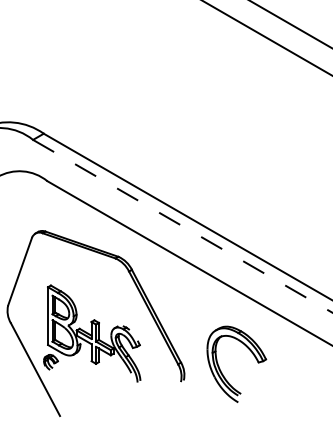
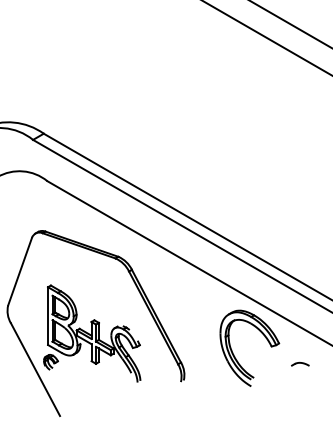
line at (182, 226): dashed -> solid
part at (300, 364): none -> present
part at (221, 370) position: (221, 370) -> (234, 354)
